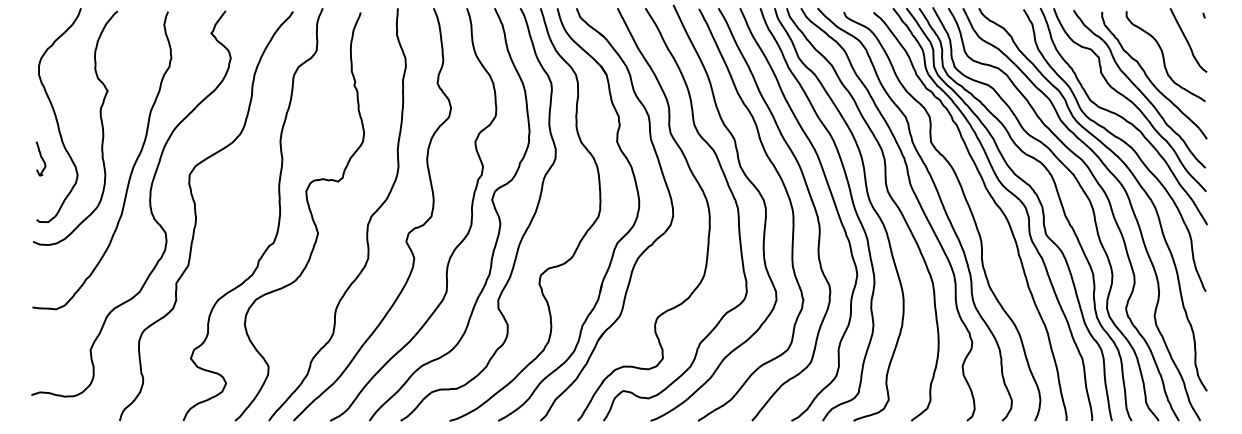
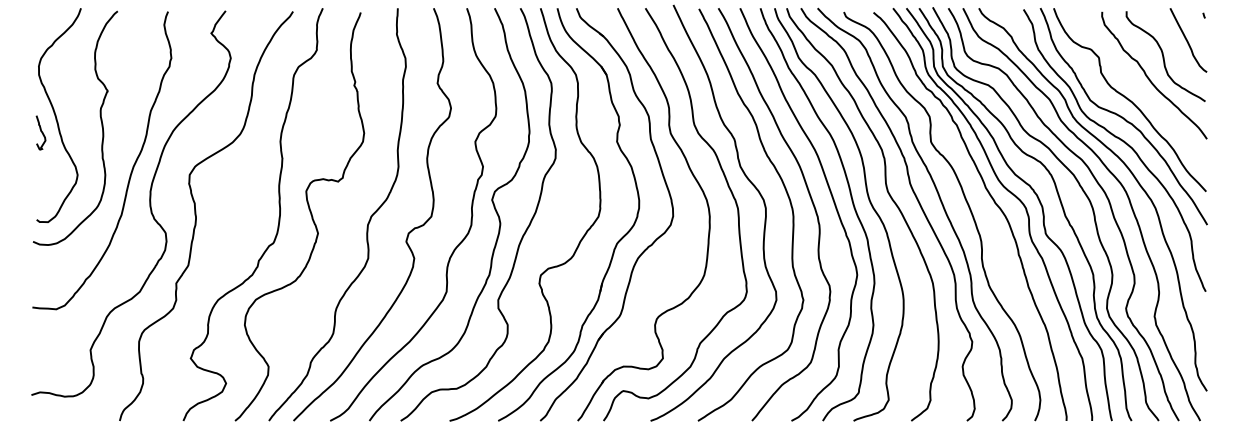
curve at (1139, 88): present -> none
curve at (40, 157) position: (40, 157) -> (40, 131)
